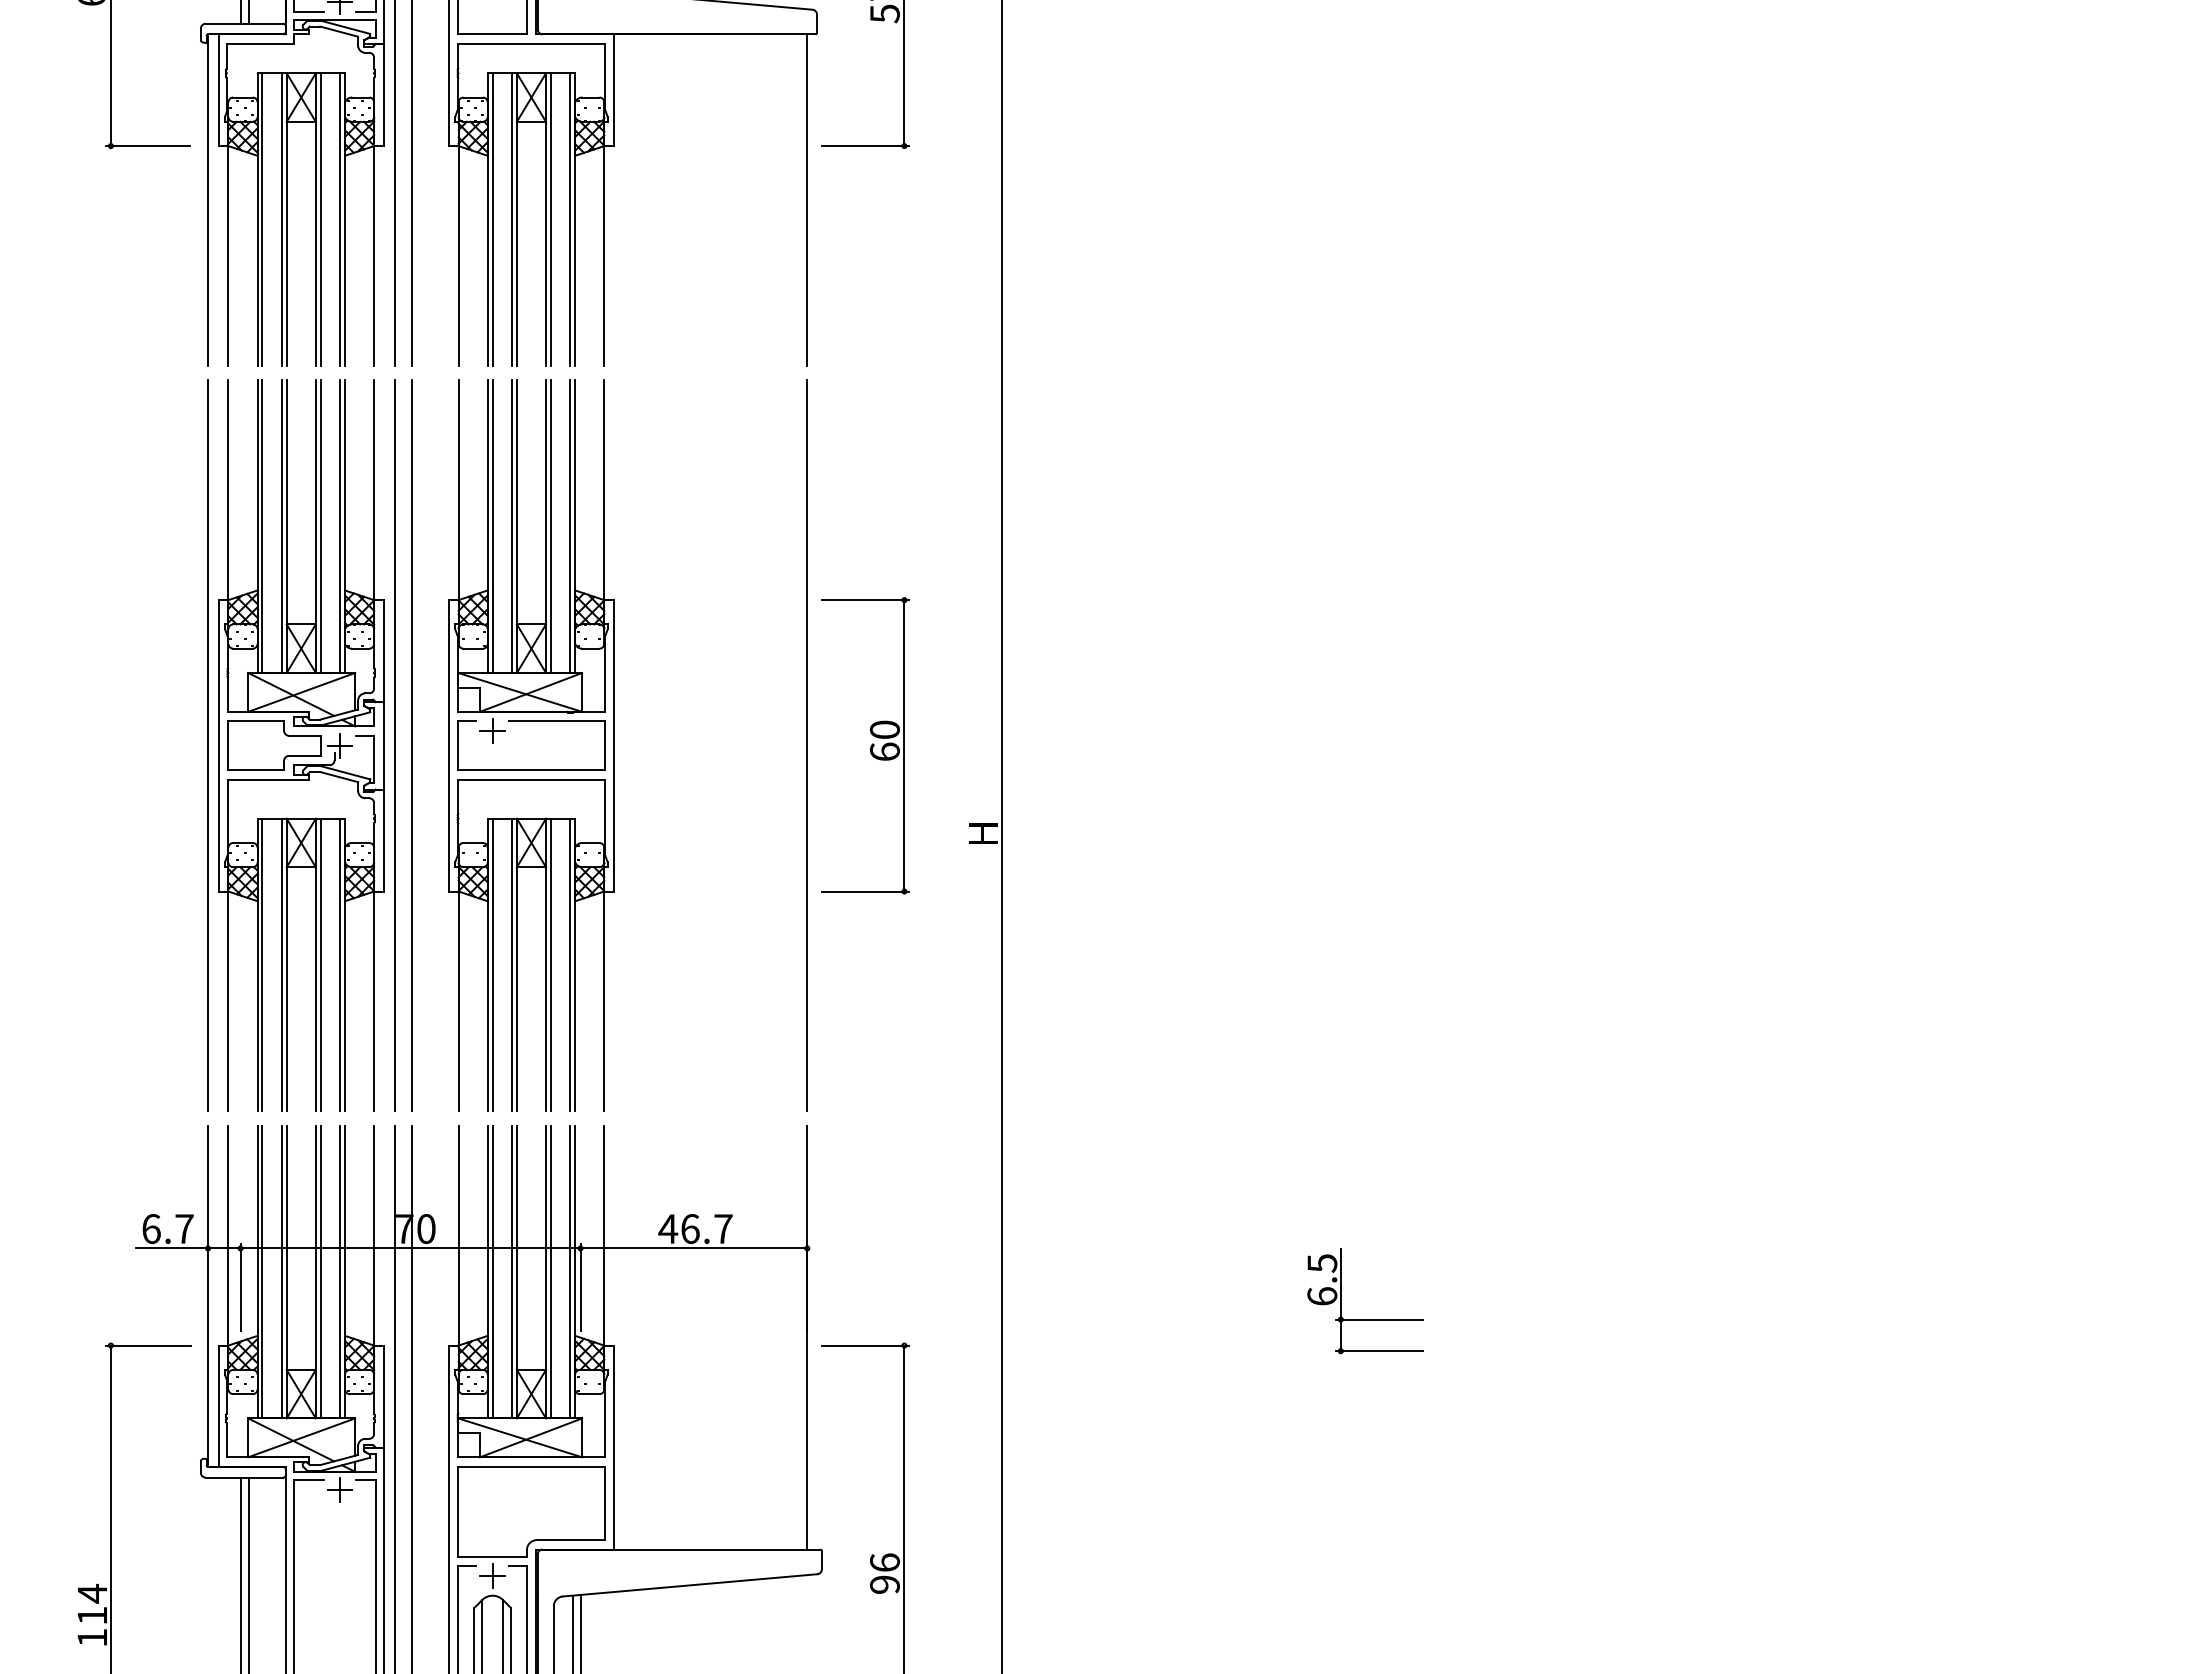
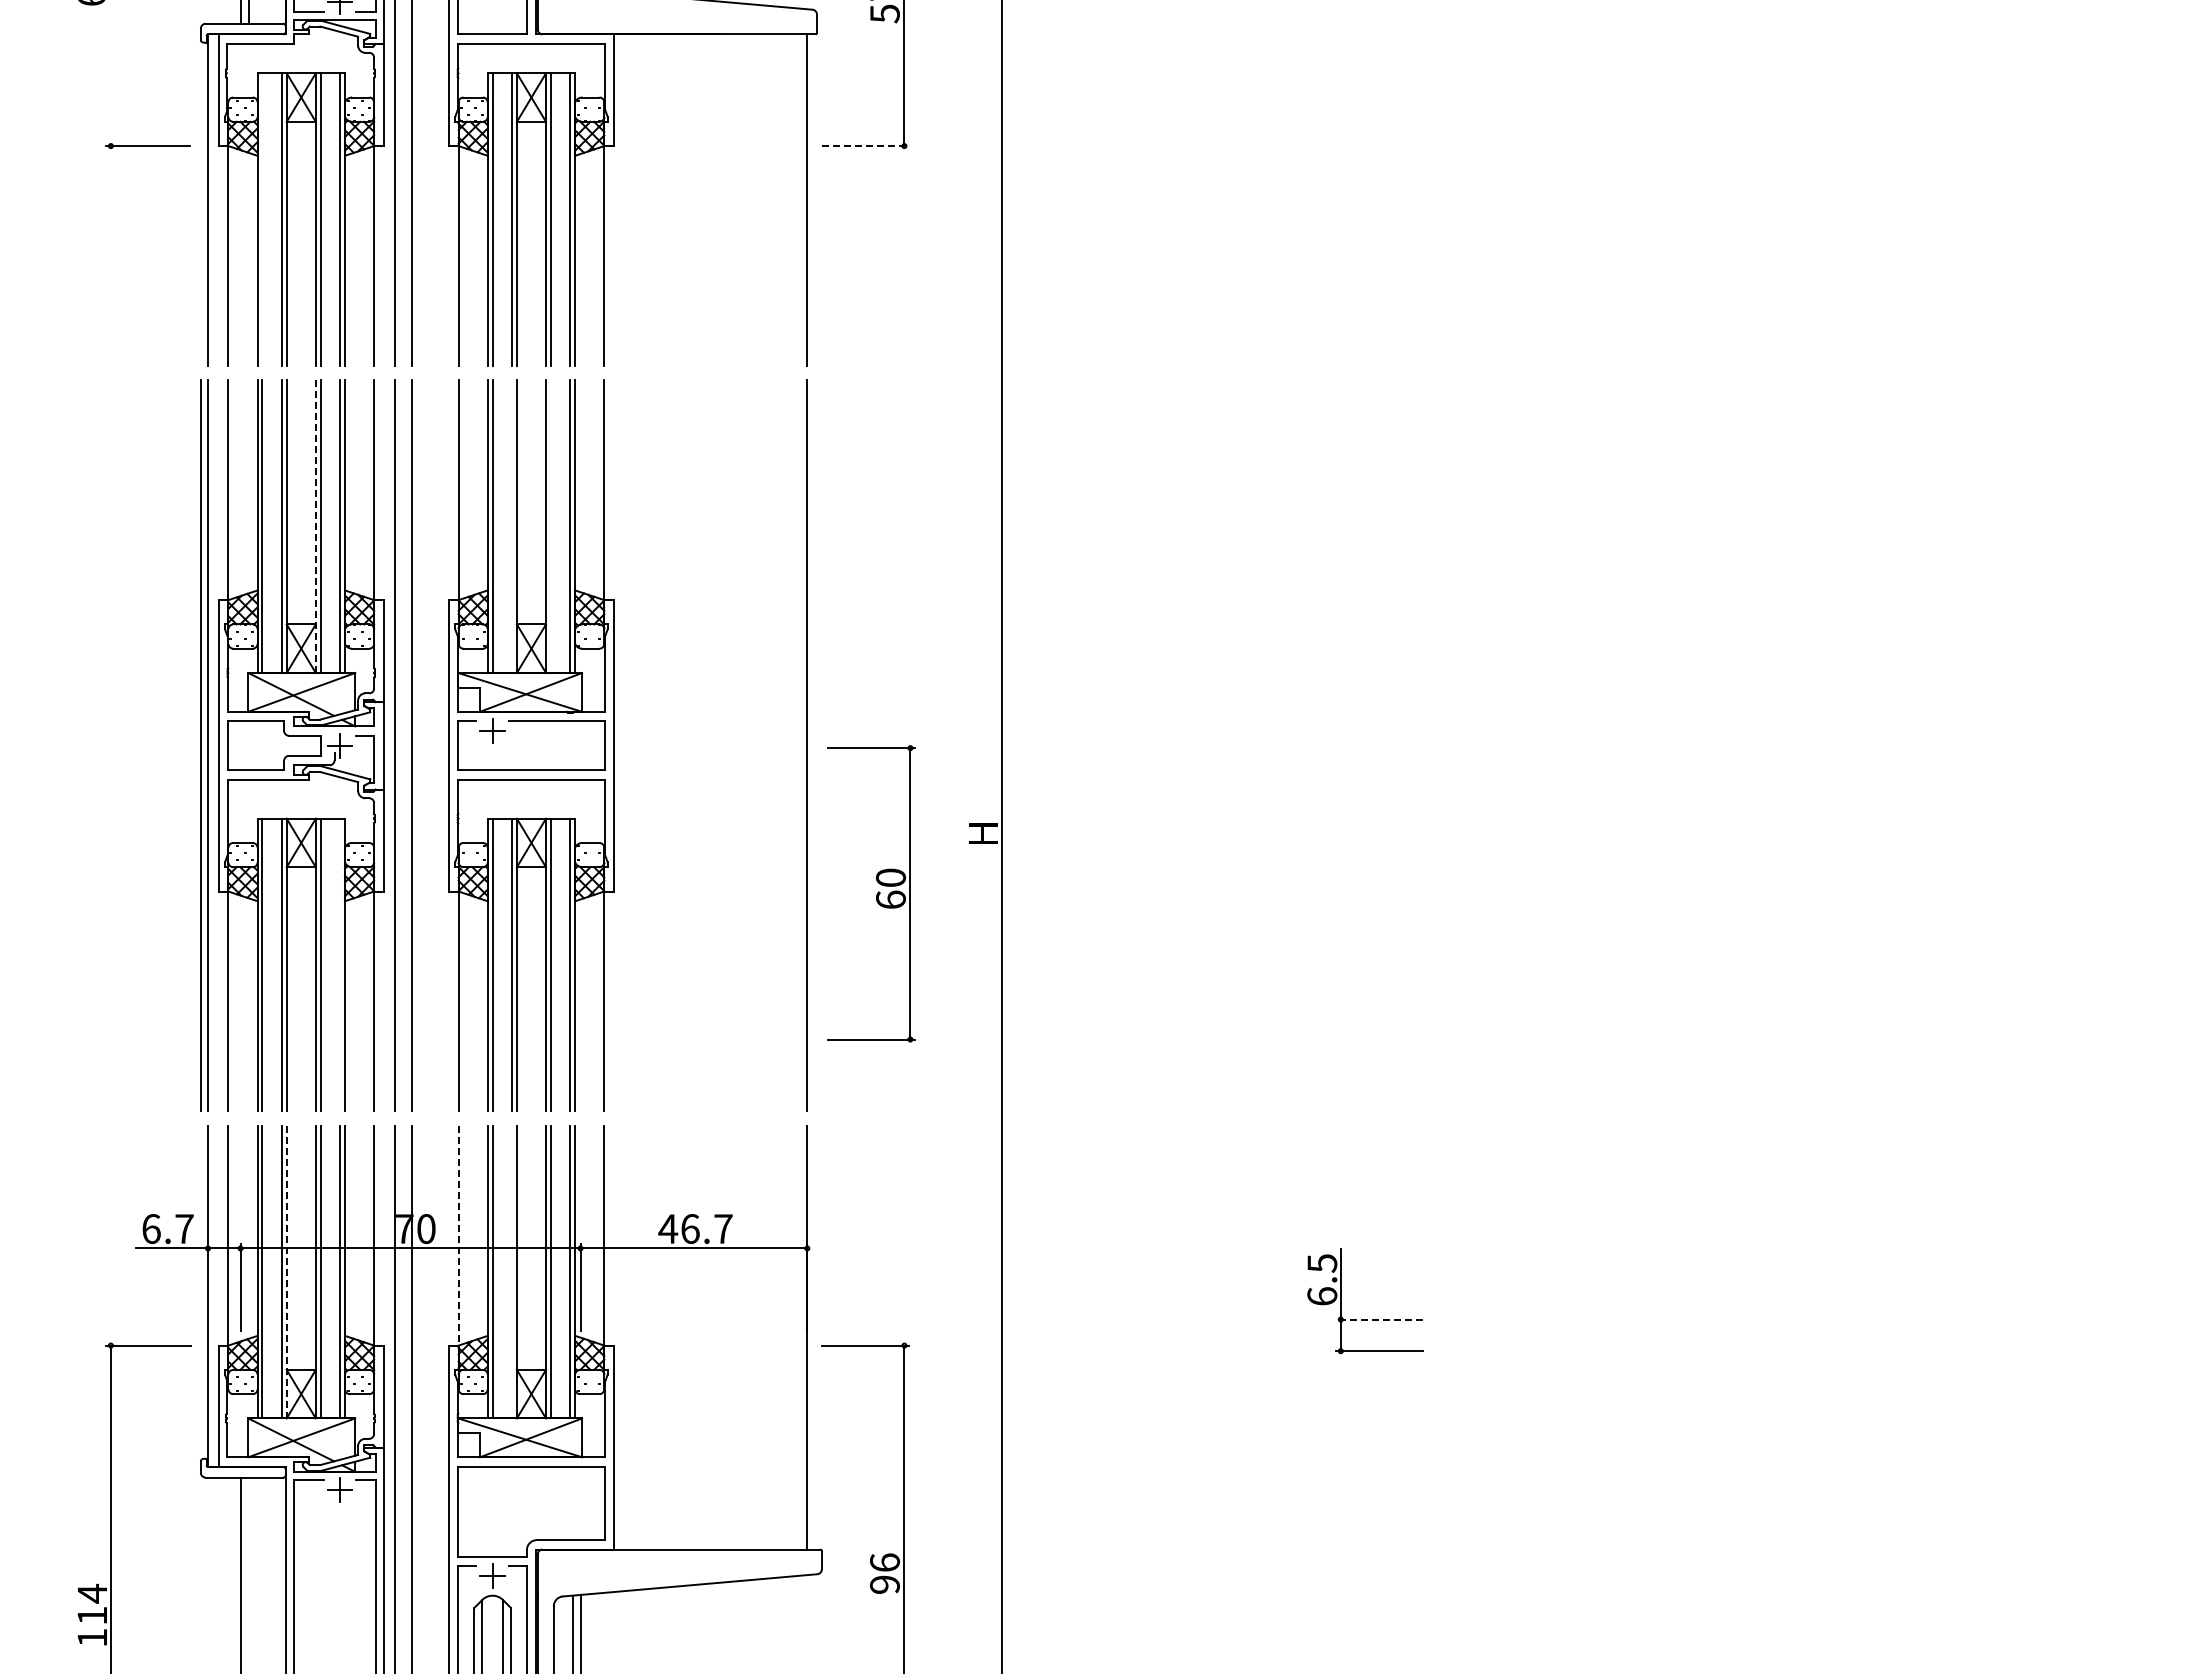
line at (110, 74): present -> none
line at (865, 146): solid -> dashed
line at (262, 219): present -> none
line at (512, 526): present -> none
line at (550, 526): present -> none
line at (315, 527): solid -> dashed
line at (200, 745): none -> present
part at (865, 745) position: (865, 745) -> (871, 893)
line at (340, 964): present -> none
line at (458, 1237): solid -> dashed
line at (512, 1271): present -> none
line at (286, 1272): solid -> dashed
line at (1379, 1319): solid -> dashed
line at (248, 1573): present -> none
